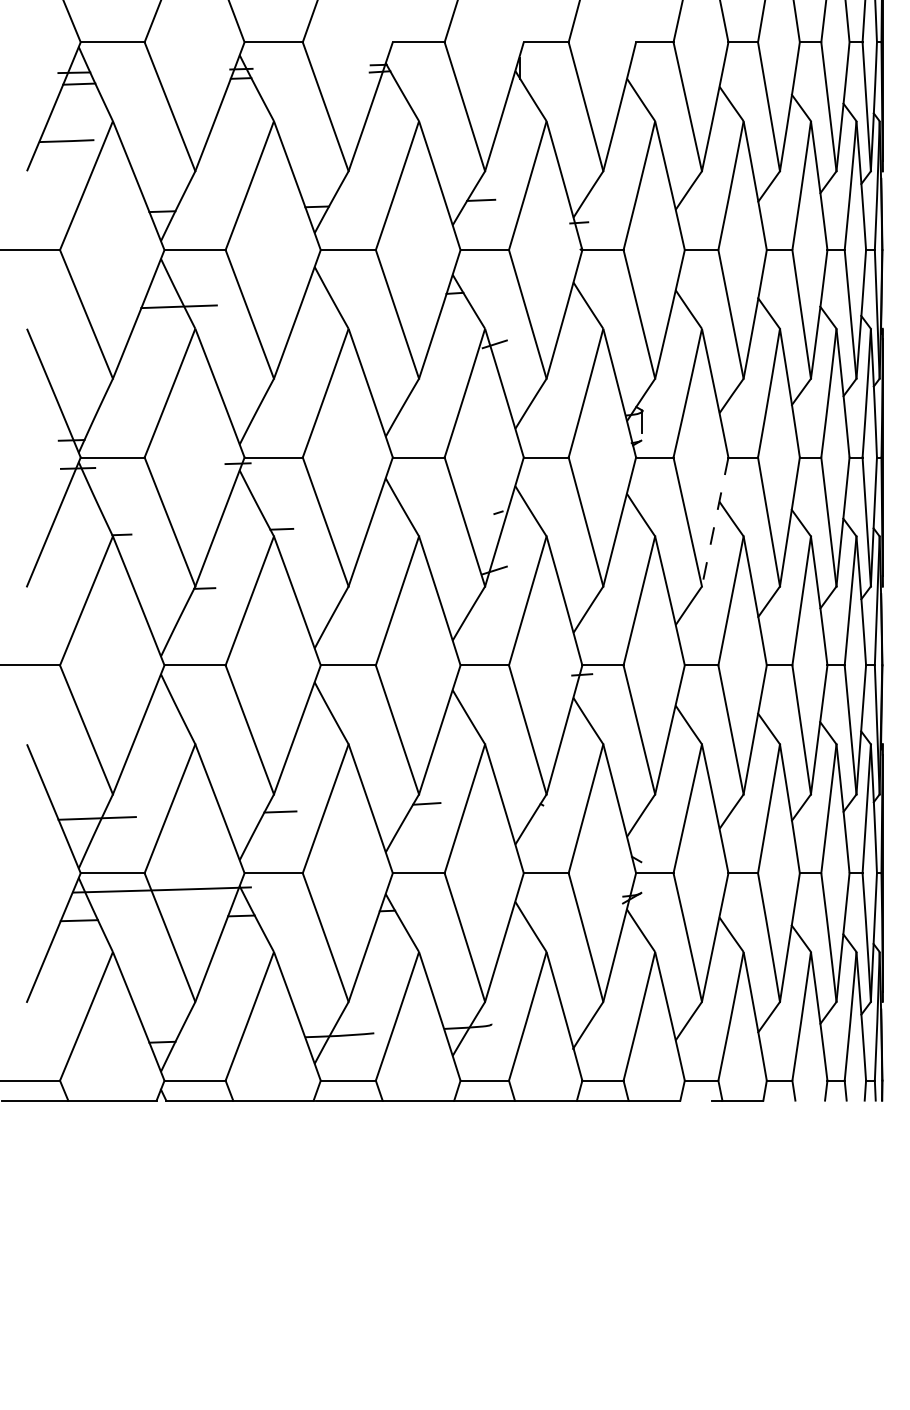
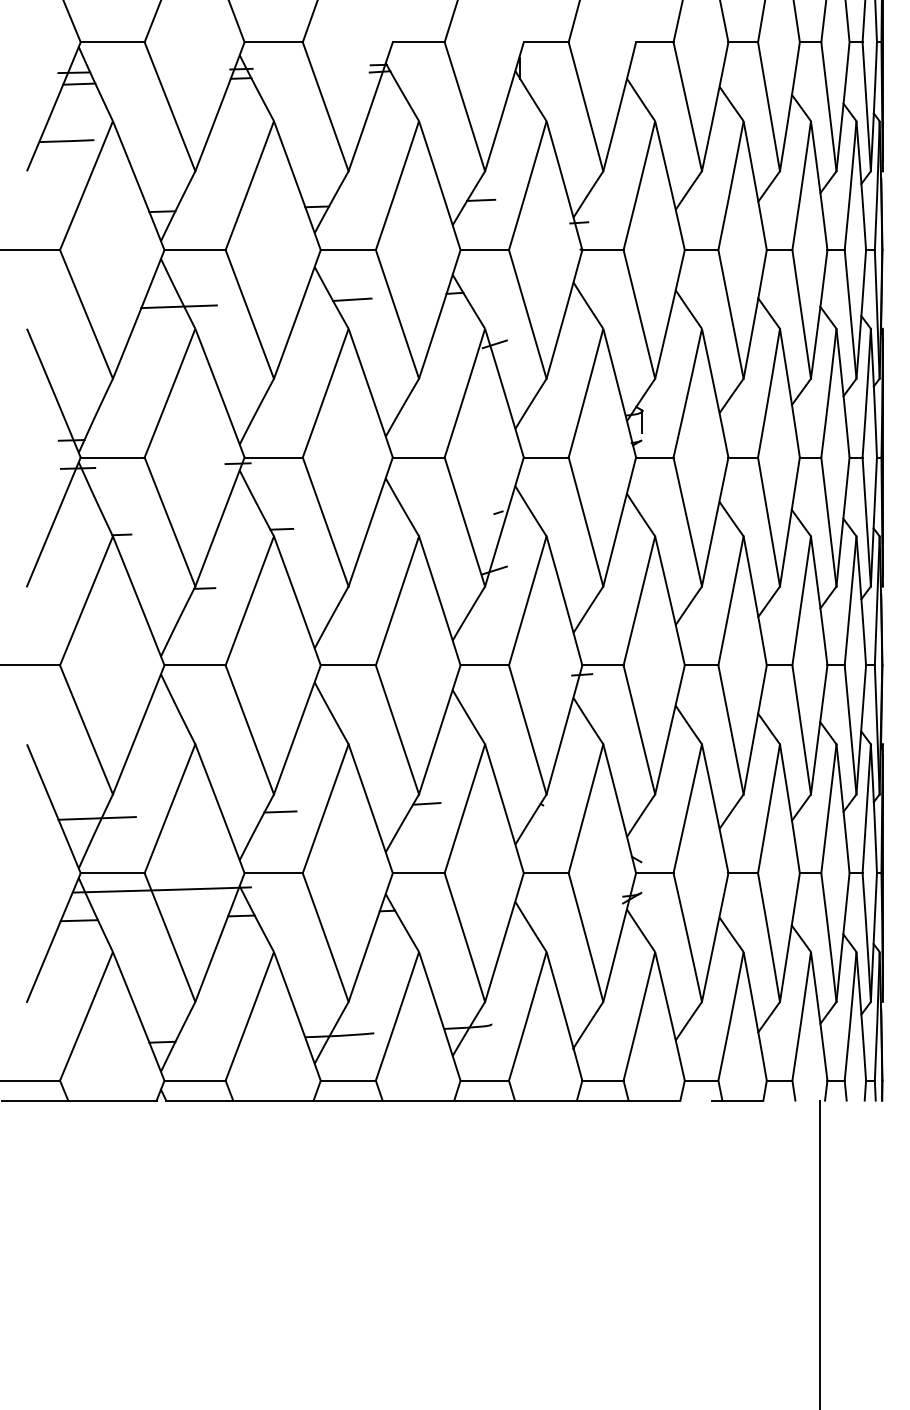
line at (352, 299): none -> present
line at (715, 522): dashed -> solid
line at (820, 1253): none -> present
